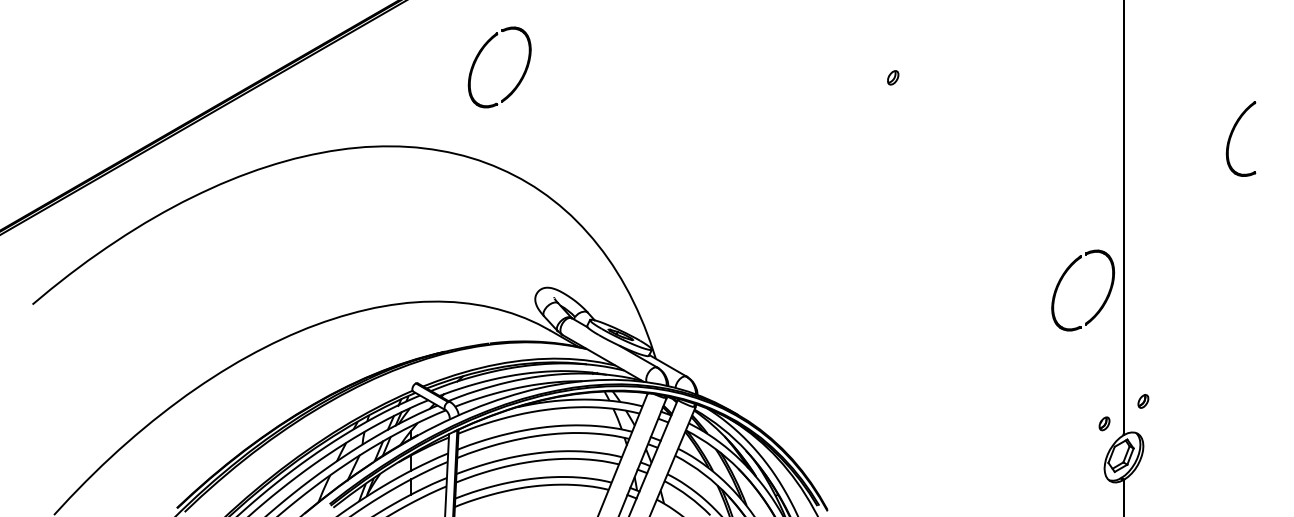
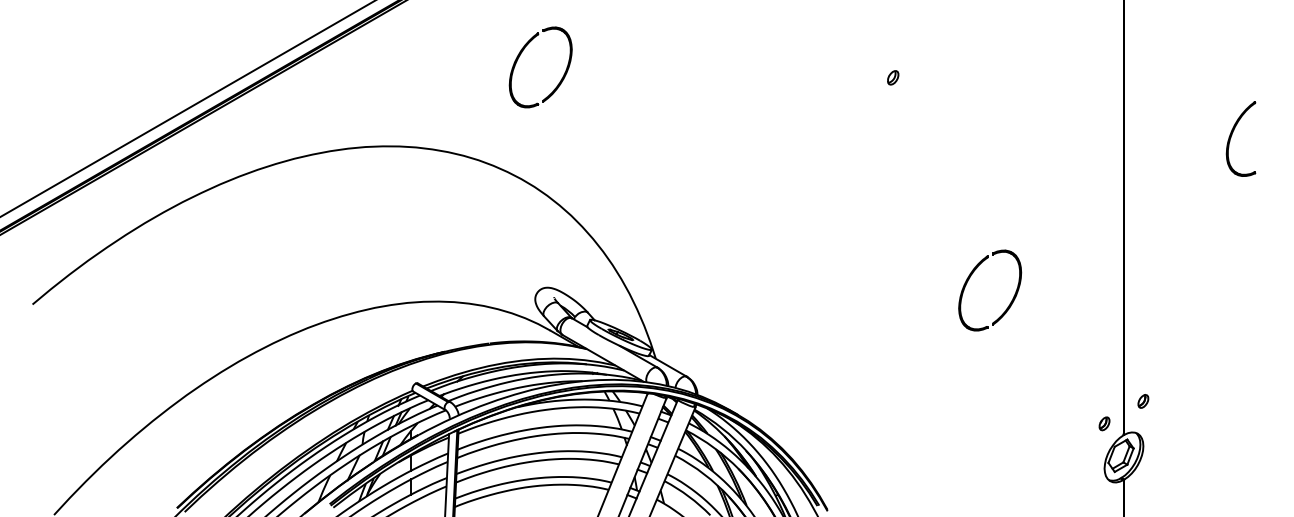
part at (480, 54) position: (480, 54) -> (521, 54)
line at (187, 108): none -> present
part at (1102, 303) position: (1102, 303) -> (1009, 303)
